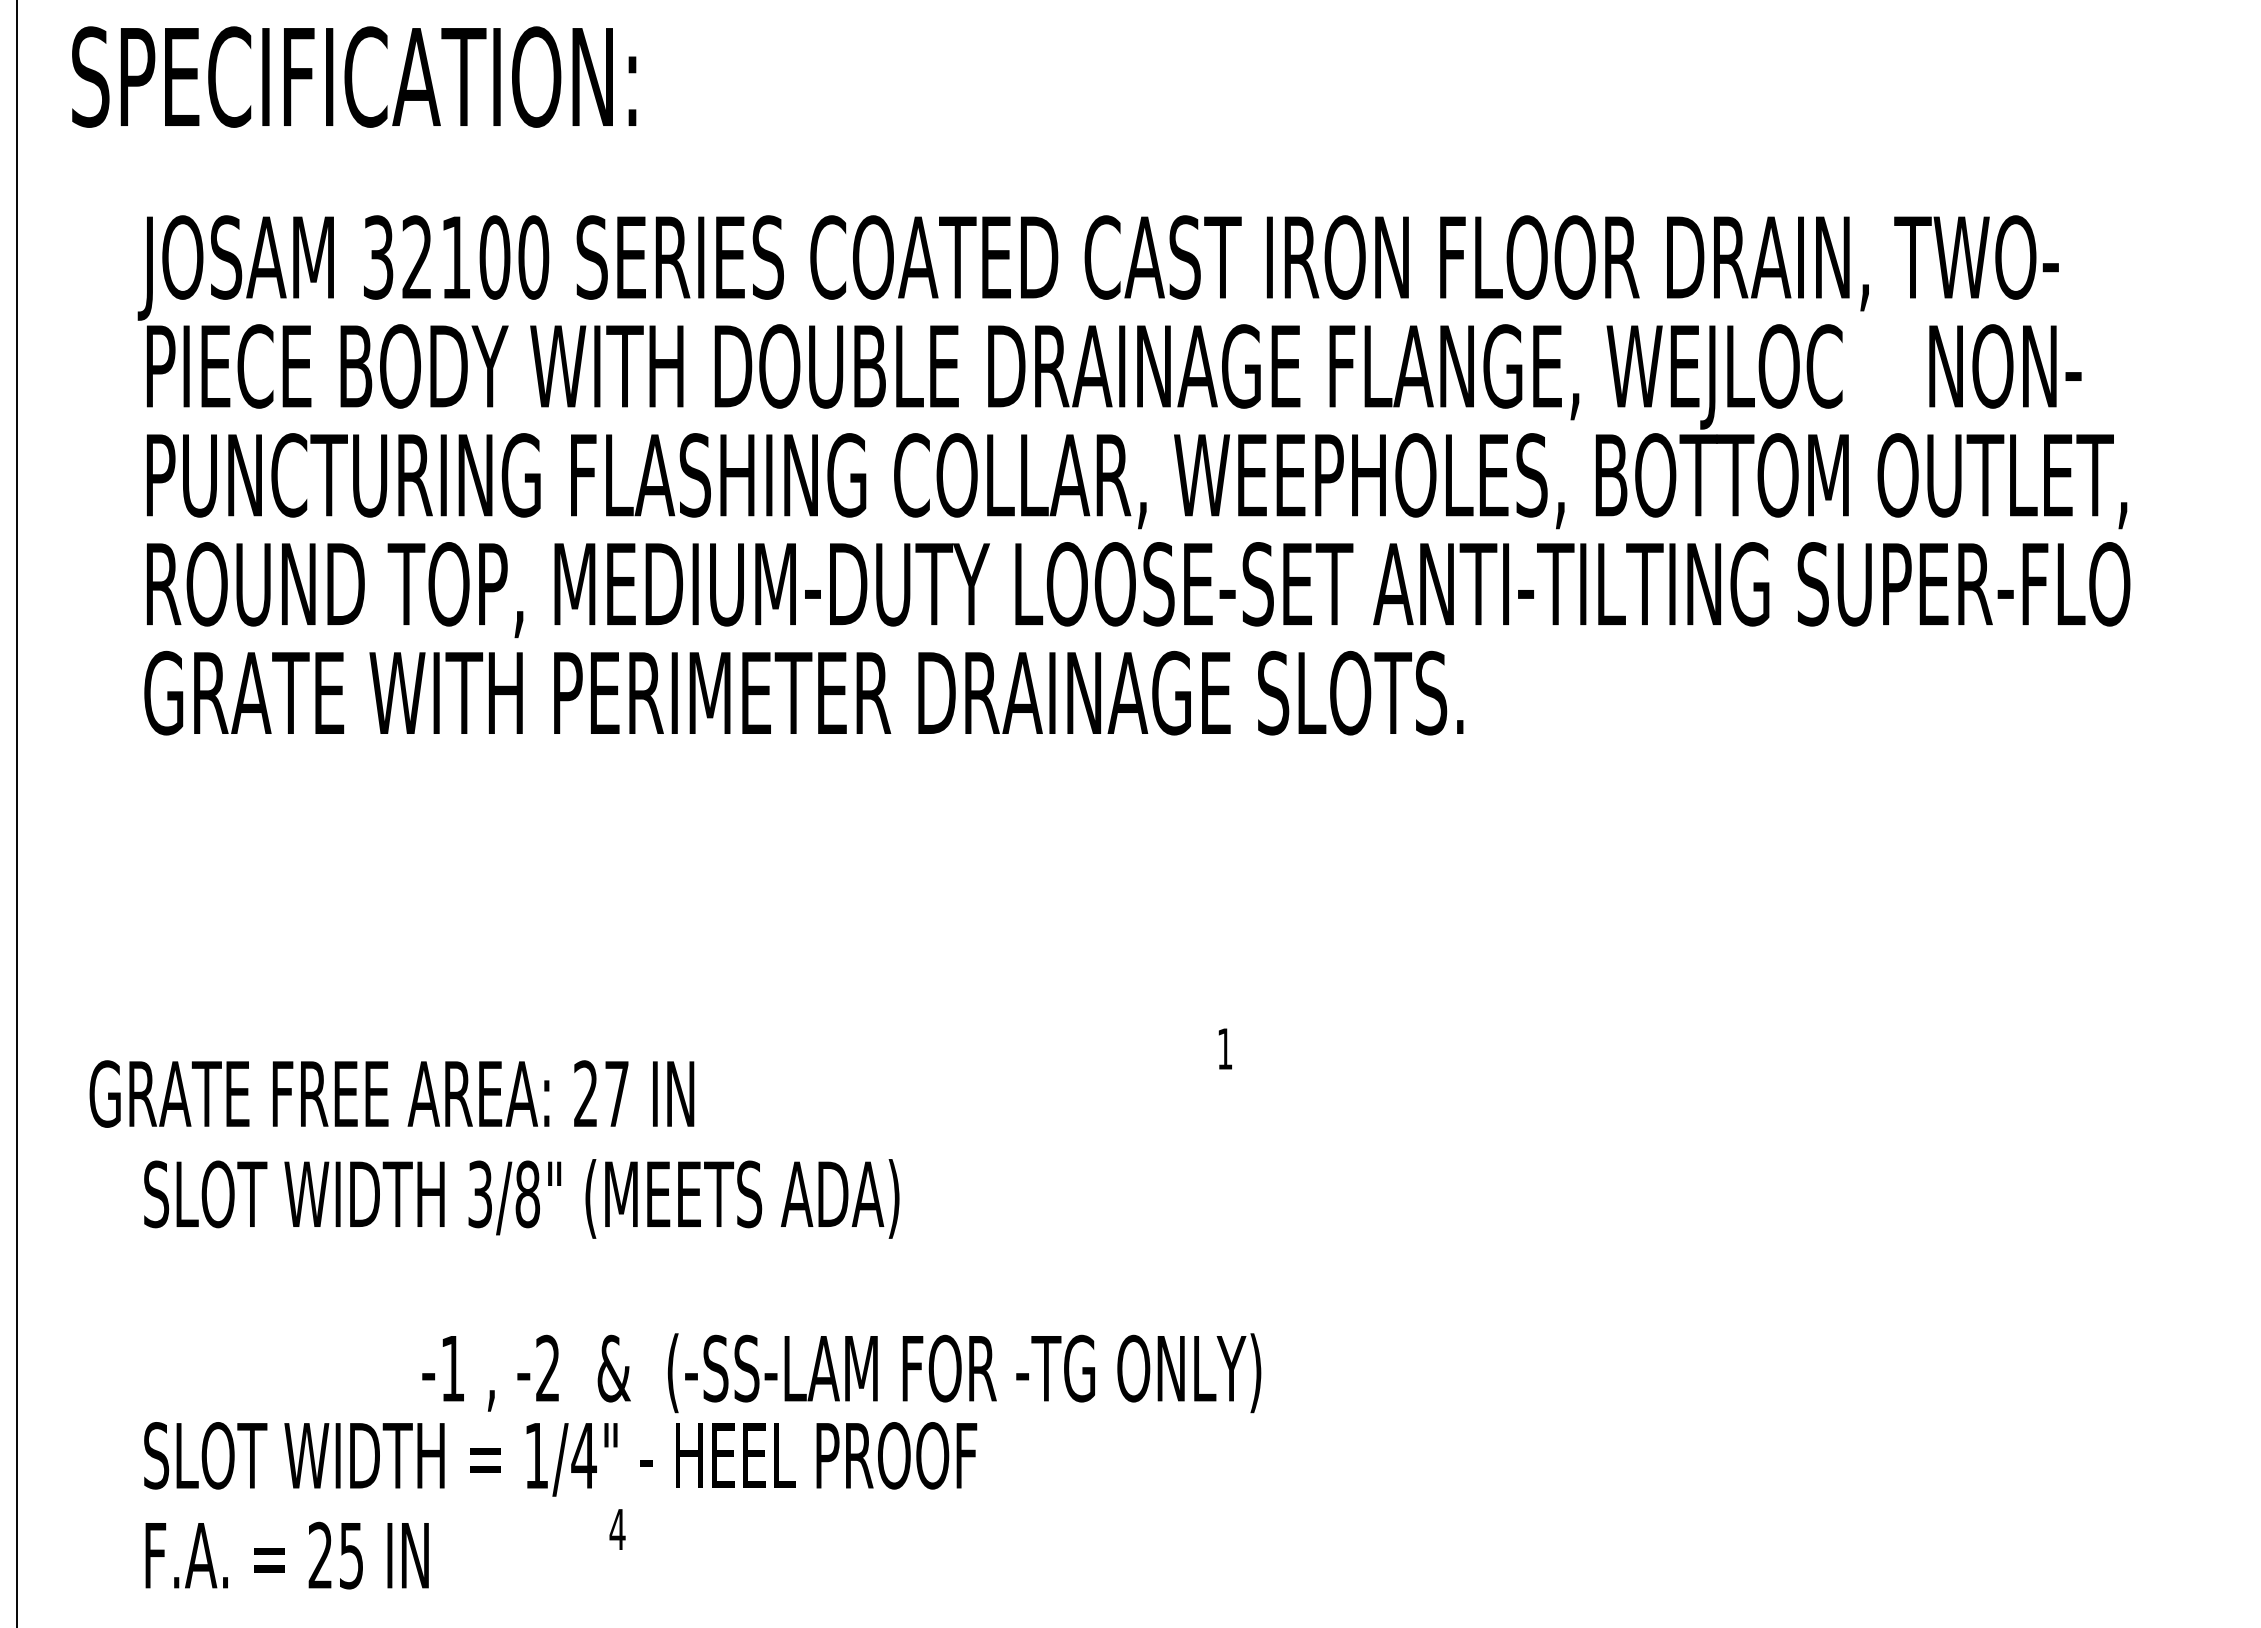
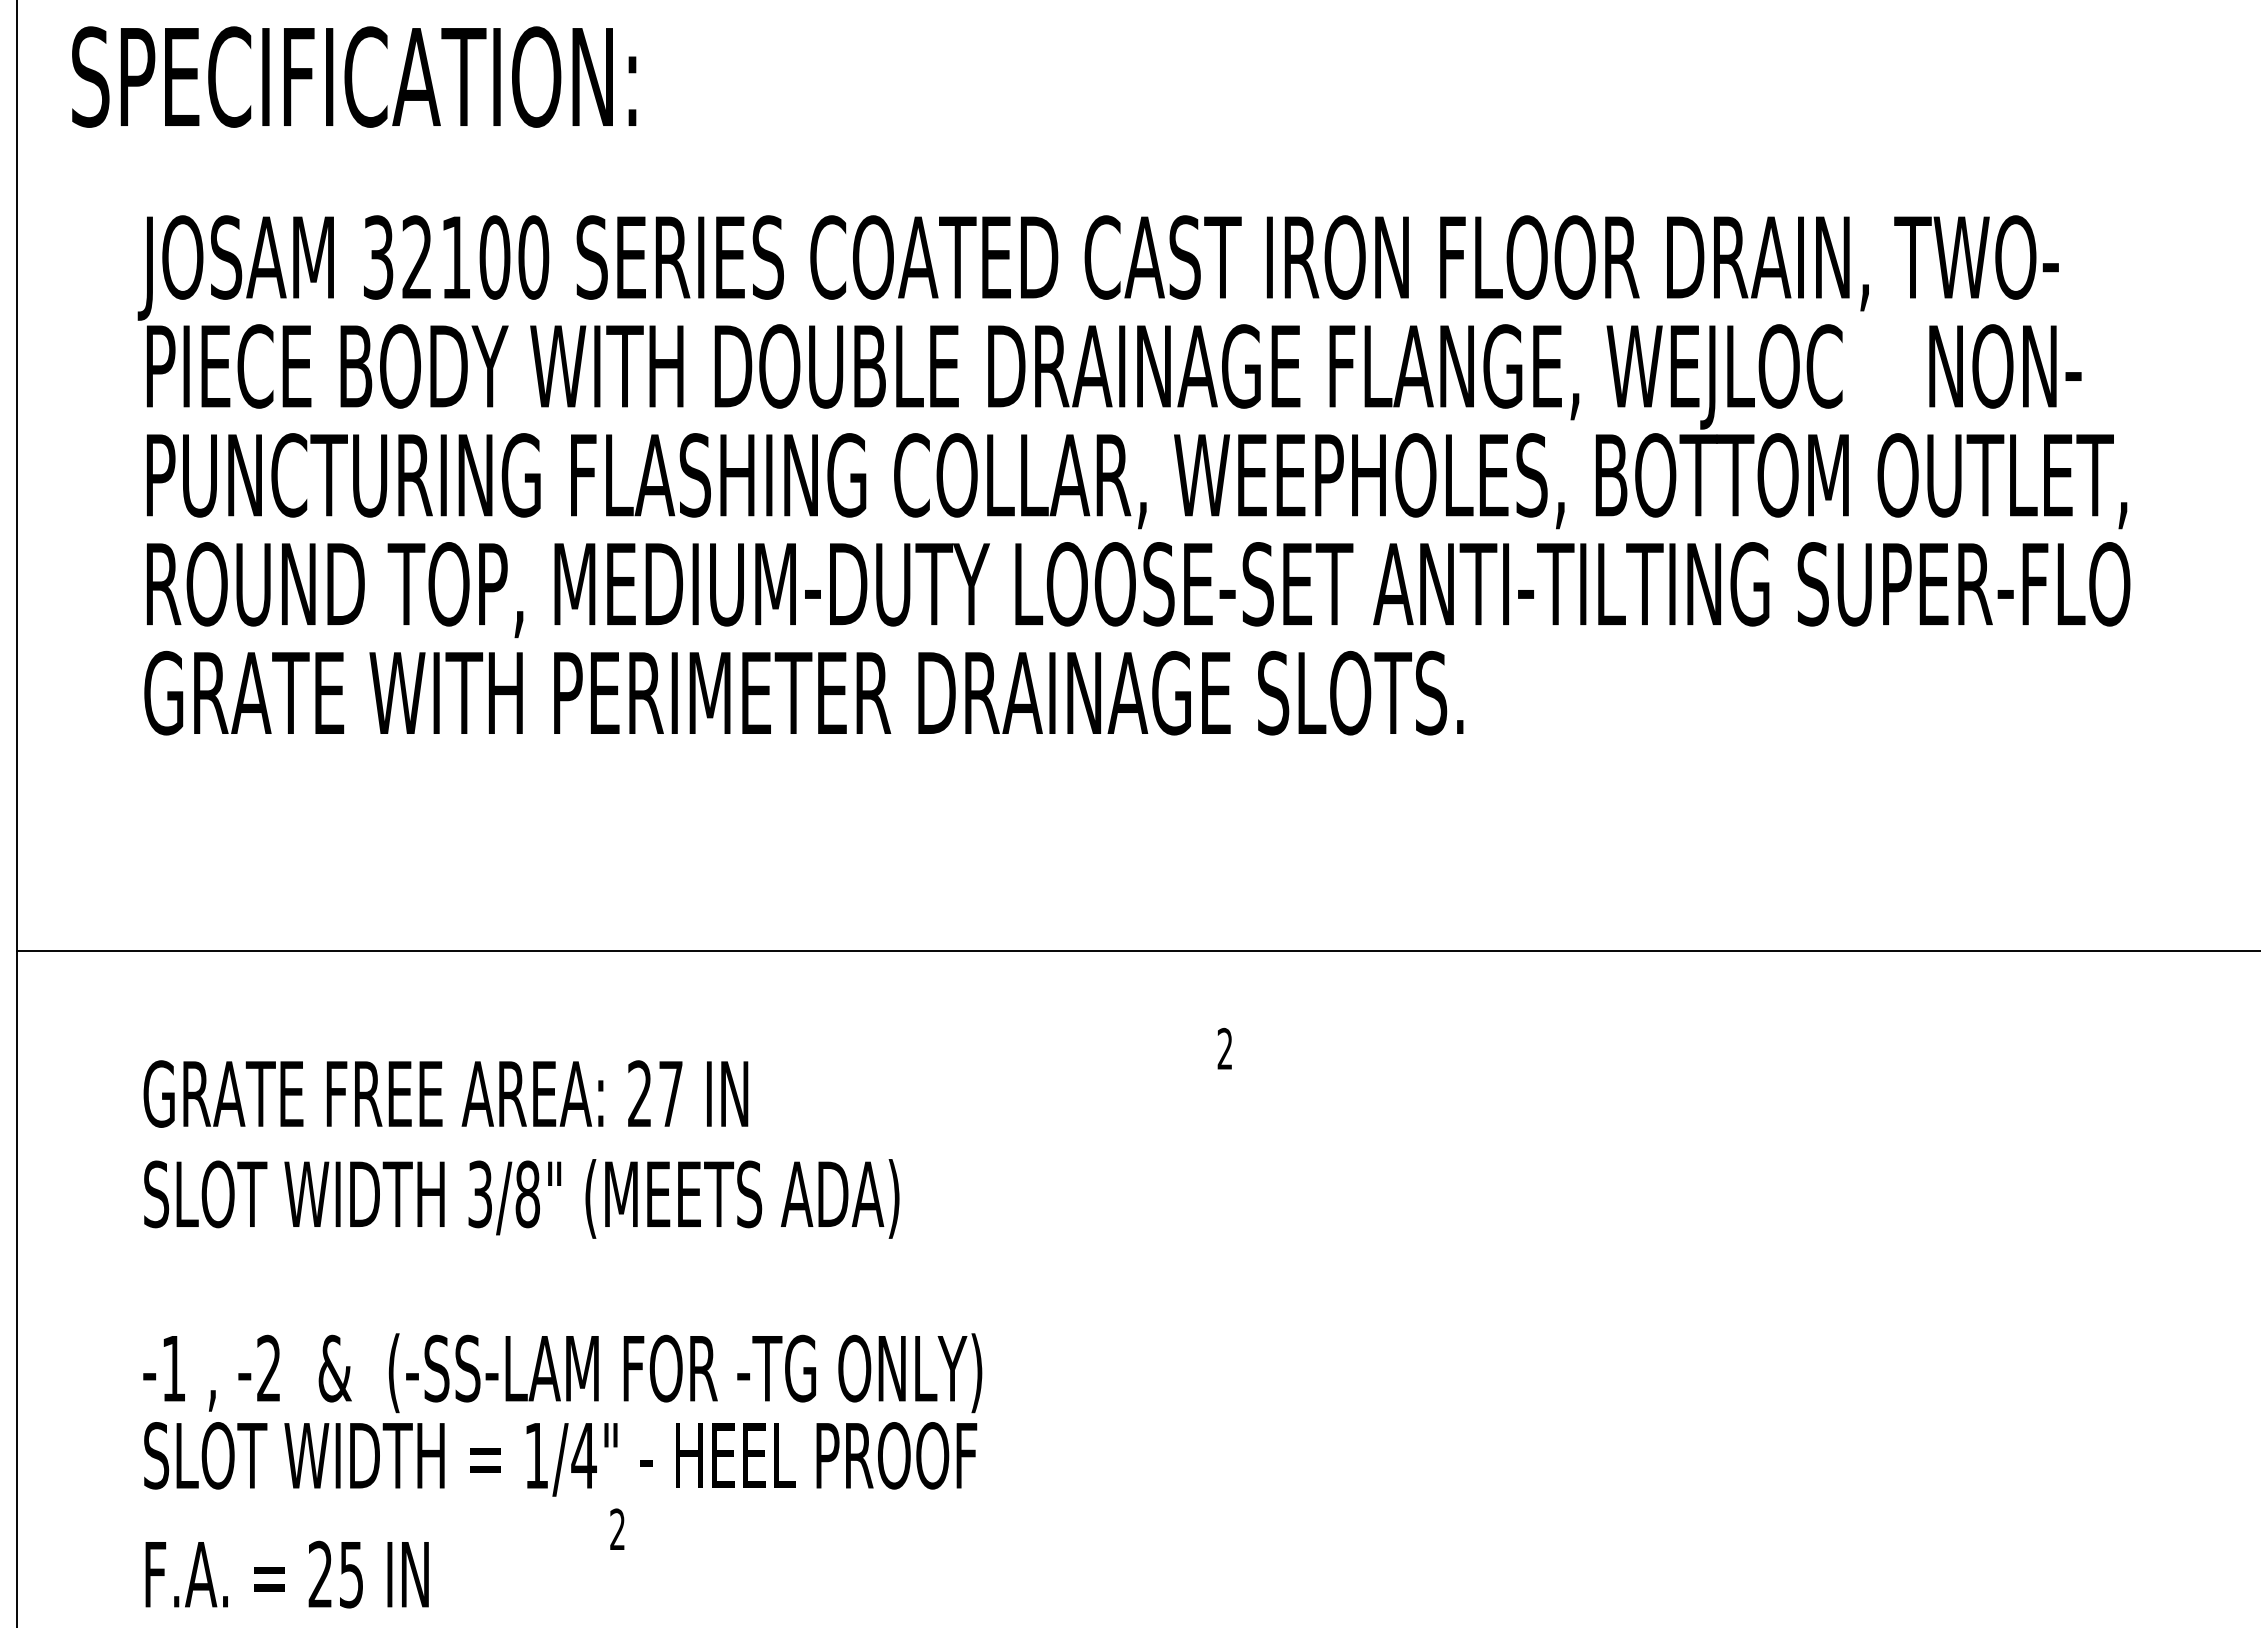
line at (1137, 950): none -> present
text at (1224, 1048): 1 -> 2
text at (391, 1093) position: (391, 1093) -> (445, 1093)
text at (841, 1373) position: (841, 1373) -> (562, 1373)
text at (617, 1528): 4 -> 2
text at (286, 1555) position: (286, 1555) -> (286, 1574)
